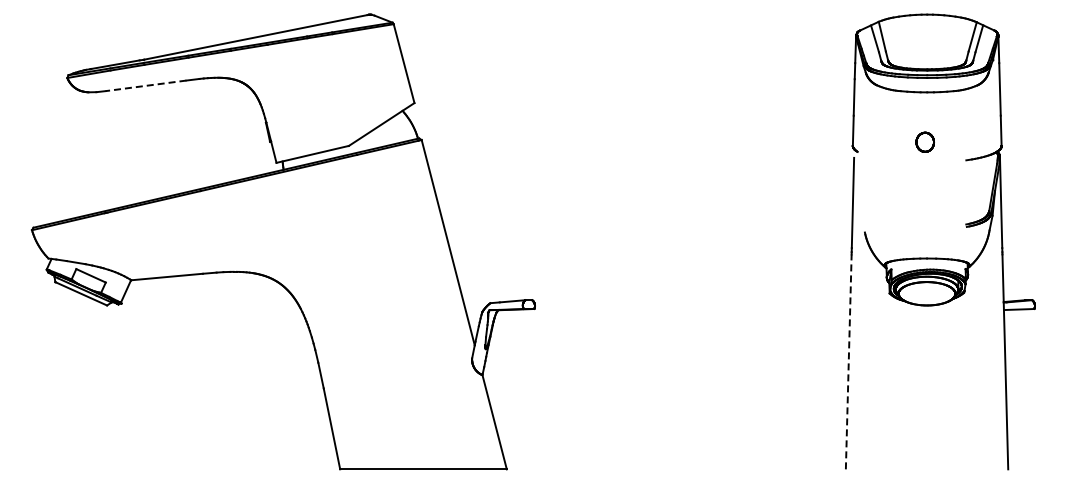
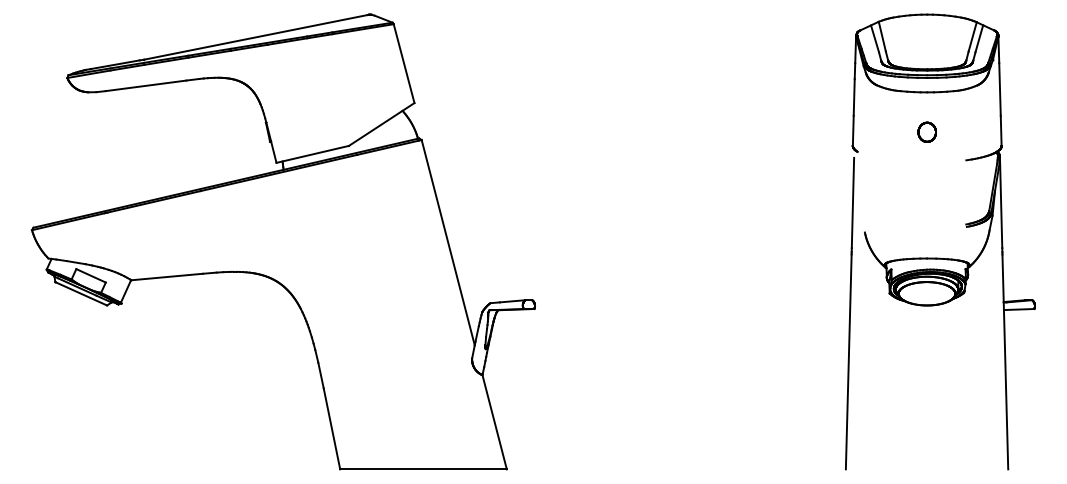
line at (146, 85): dashed -> solid
part at (924, 141) position: (924, 141) -> (926, 131)
line at (848, 361): dashed -> solid
